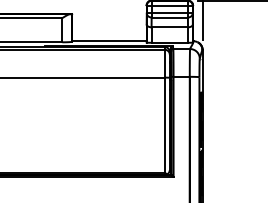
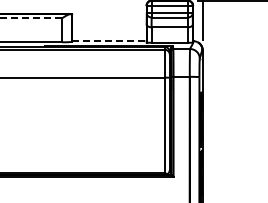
line at (31, 18): solid -> dashed
line at (109, 41): solid -> dashed
